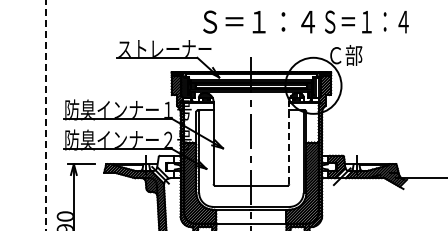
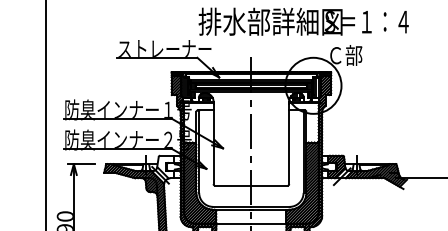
text at (270, 21): Ｓ＝１：４ -> 排水部詳細図
line at (46, 115): dashed -> solid
line at (289, 142): dashed -> solid
